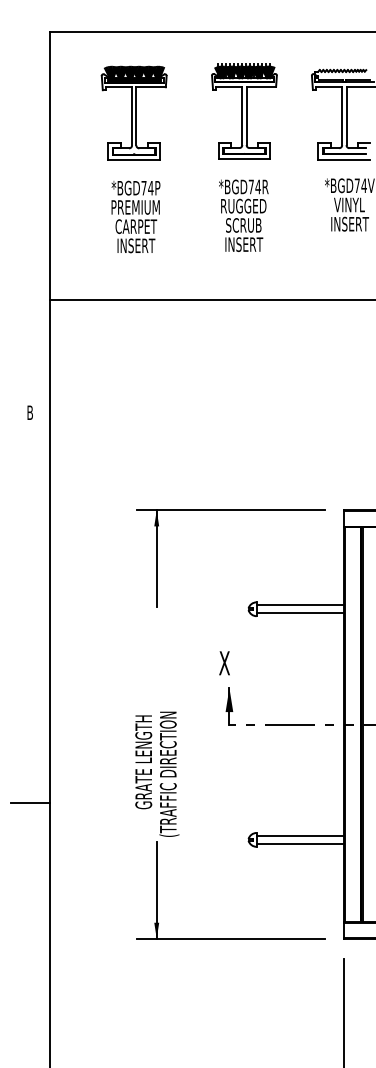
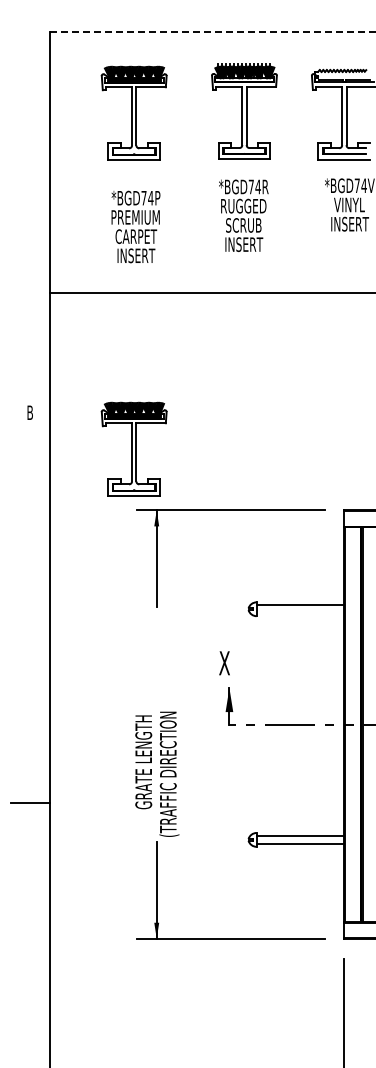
line at (212, 32): solid -> dashed
text at (135, 216) position: (135, 216) -> (135, 226)
line at (211, 299) position: (211, 299) -> (211, 292)
part at (133, 448): none -> present
line at (300, 613): present -> none
